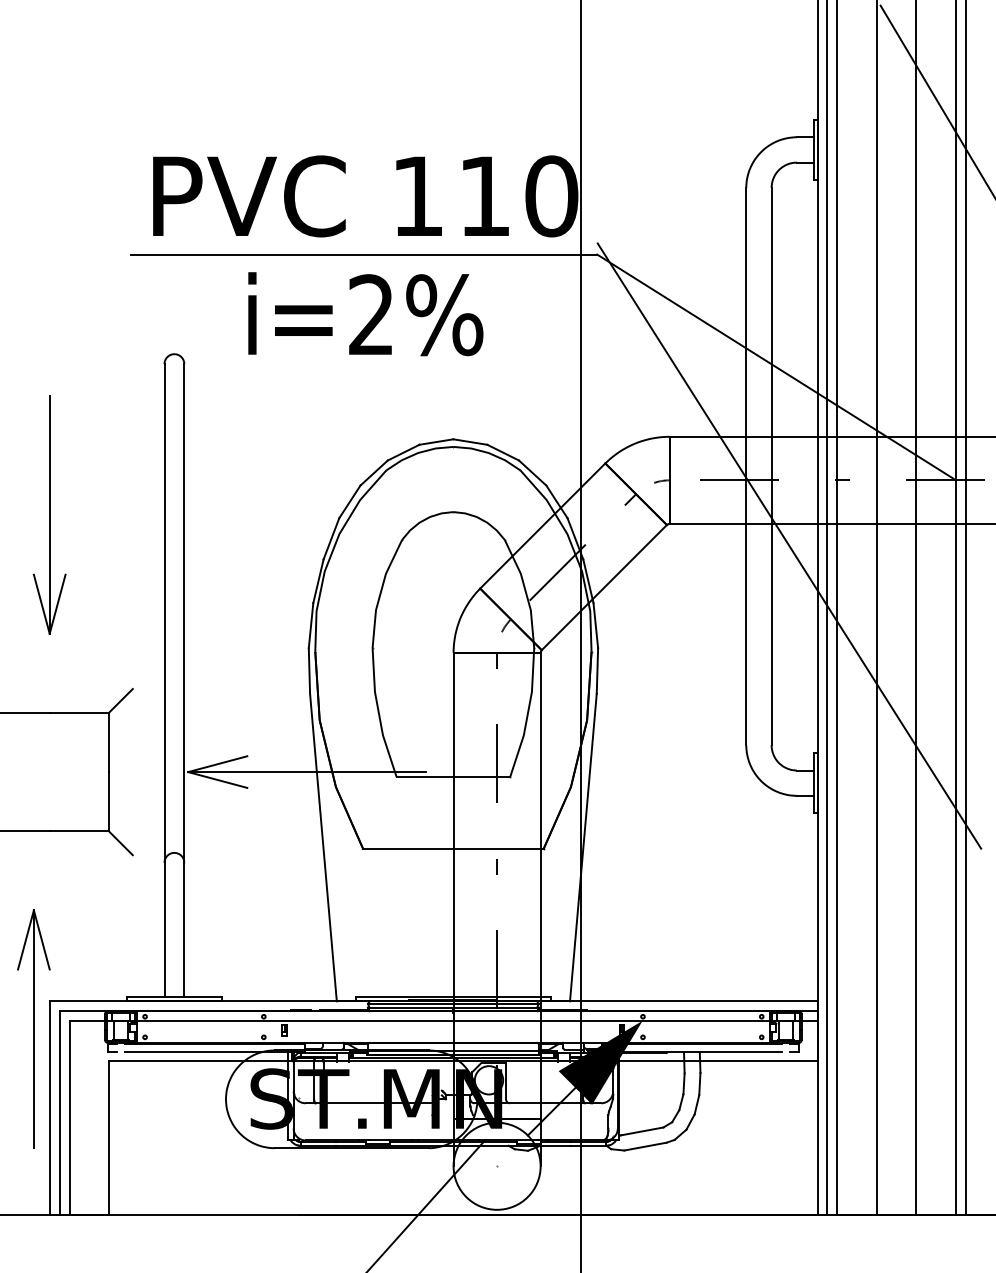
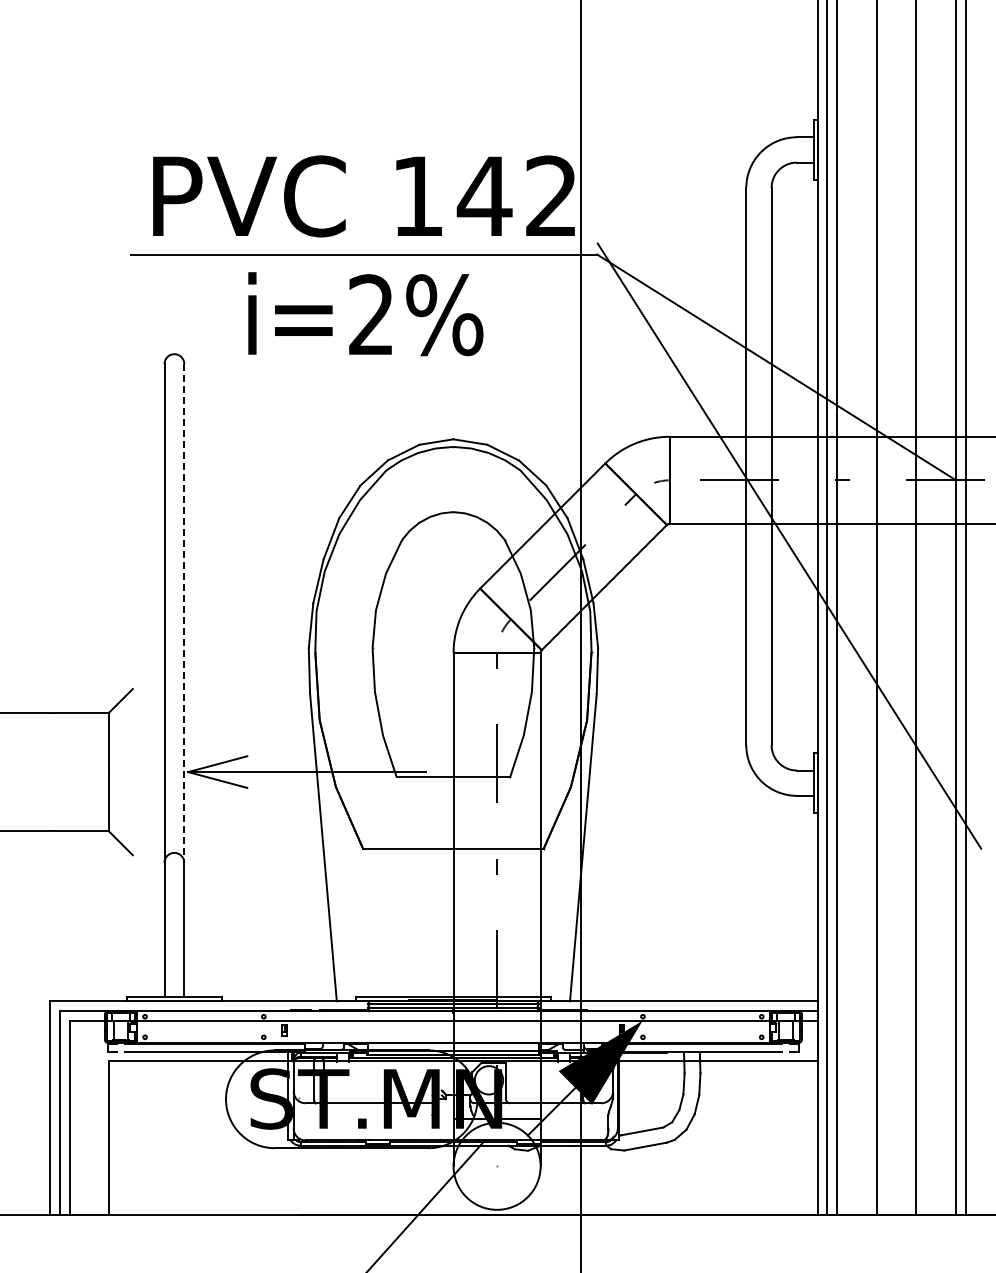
line at (936, 99): present -> none
text at (517, 196): 110 -> 142
part at (49, 514): present -> none
line at (184, 613): solid -> dashed
part at (33, 1028): present -> none
